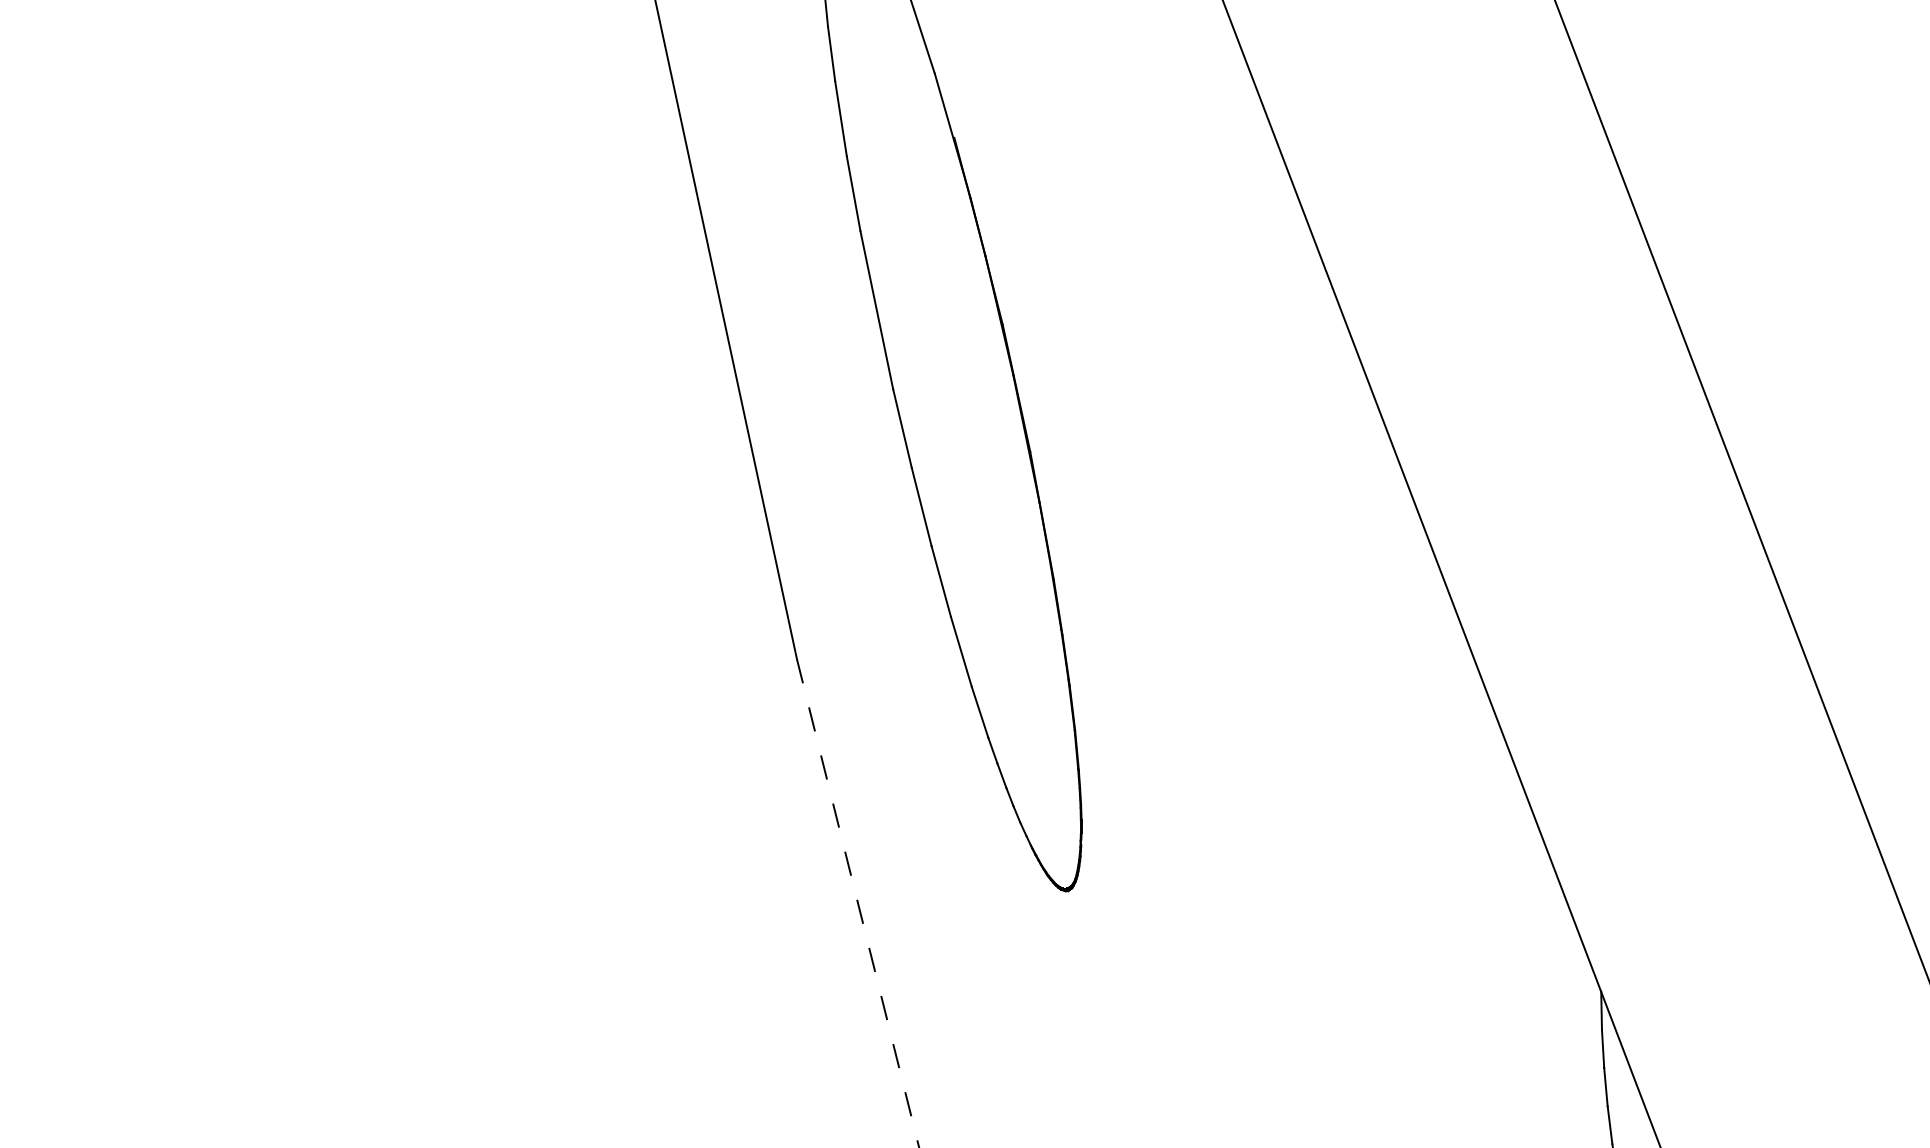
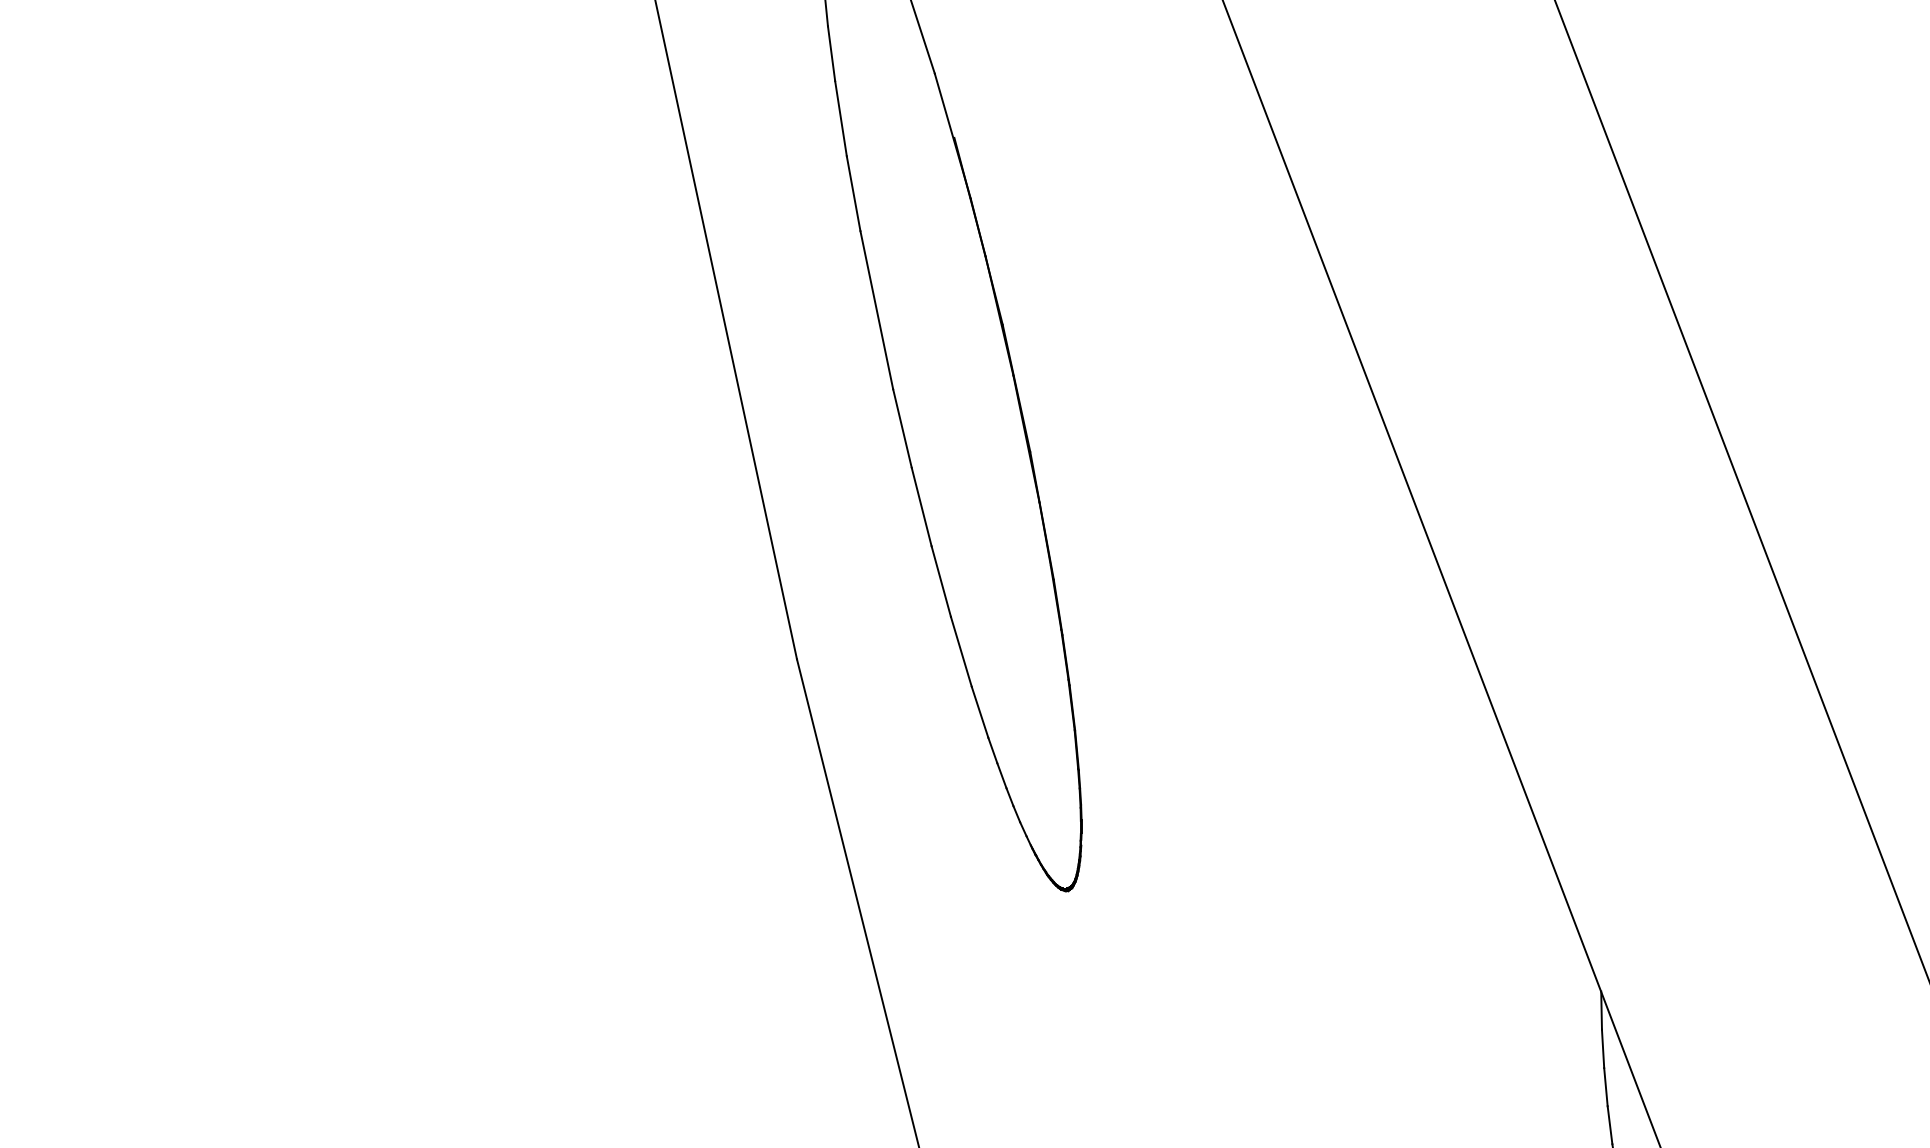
line at (858, 903): dashed -> solid
